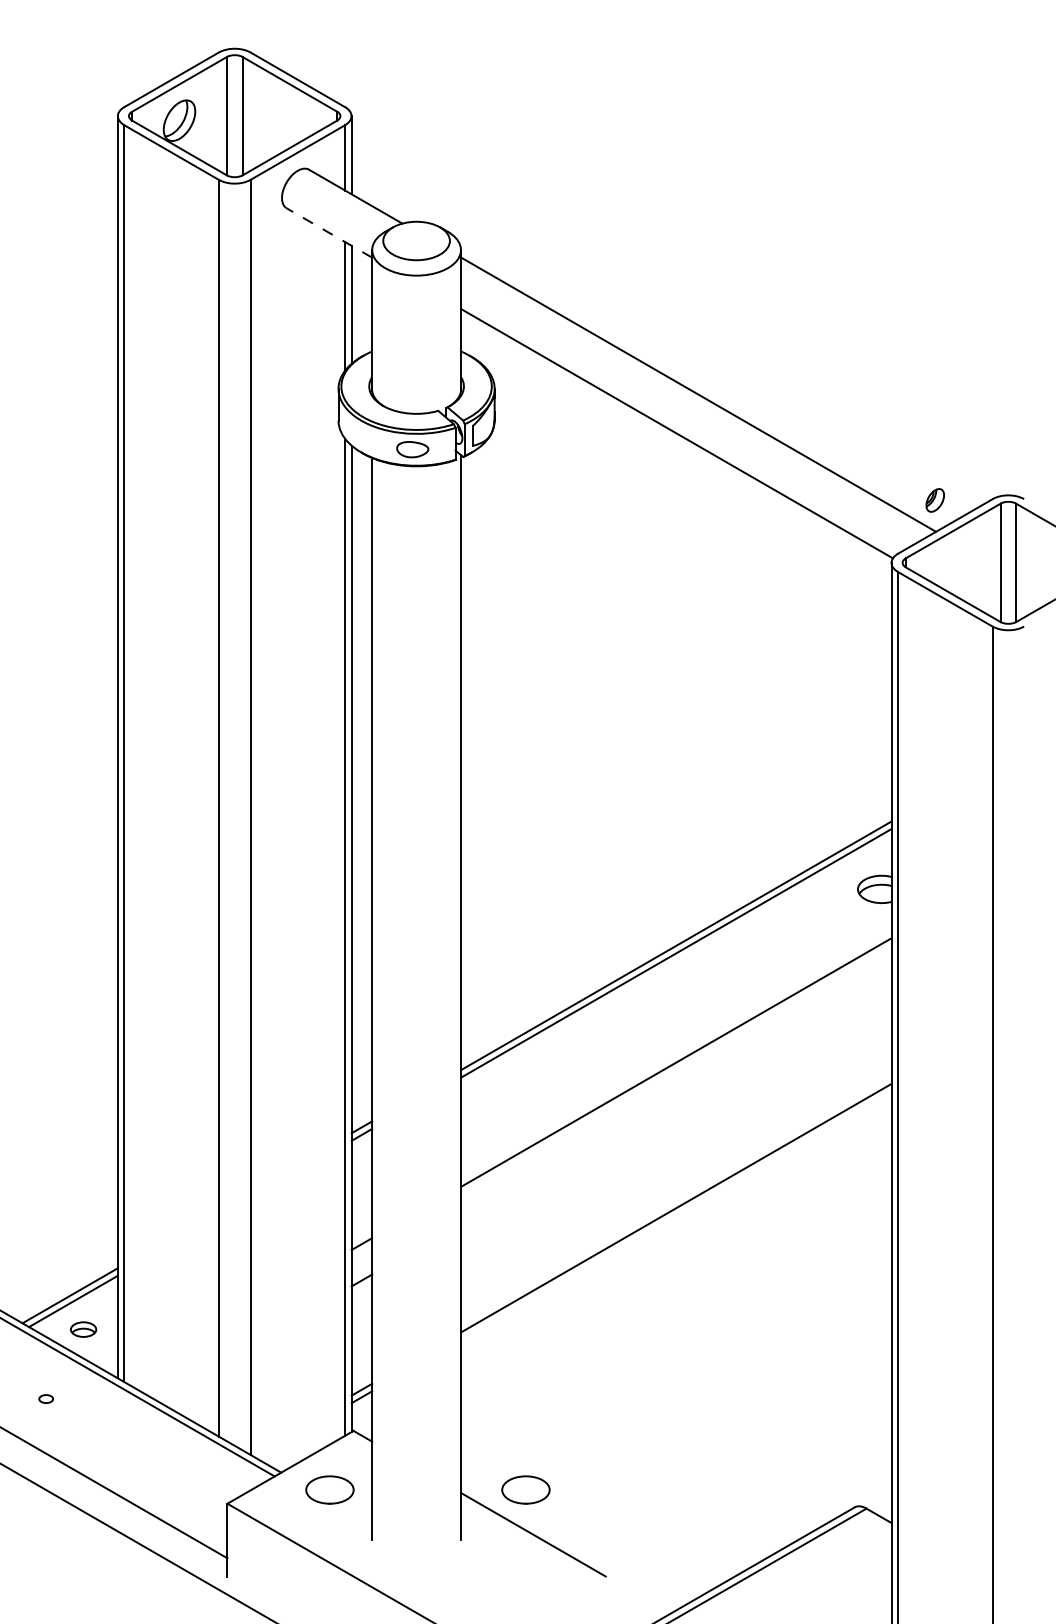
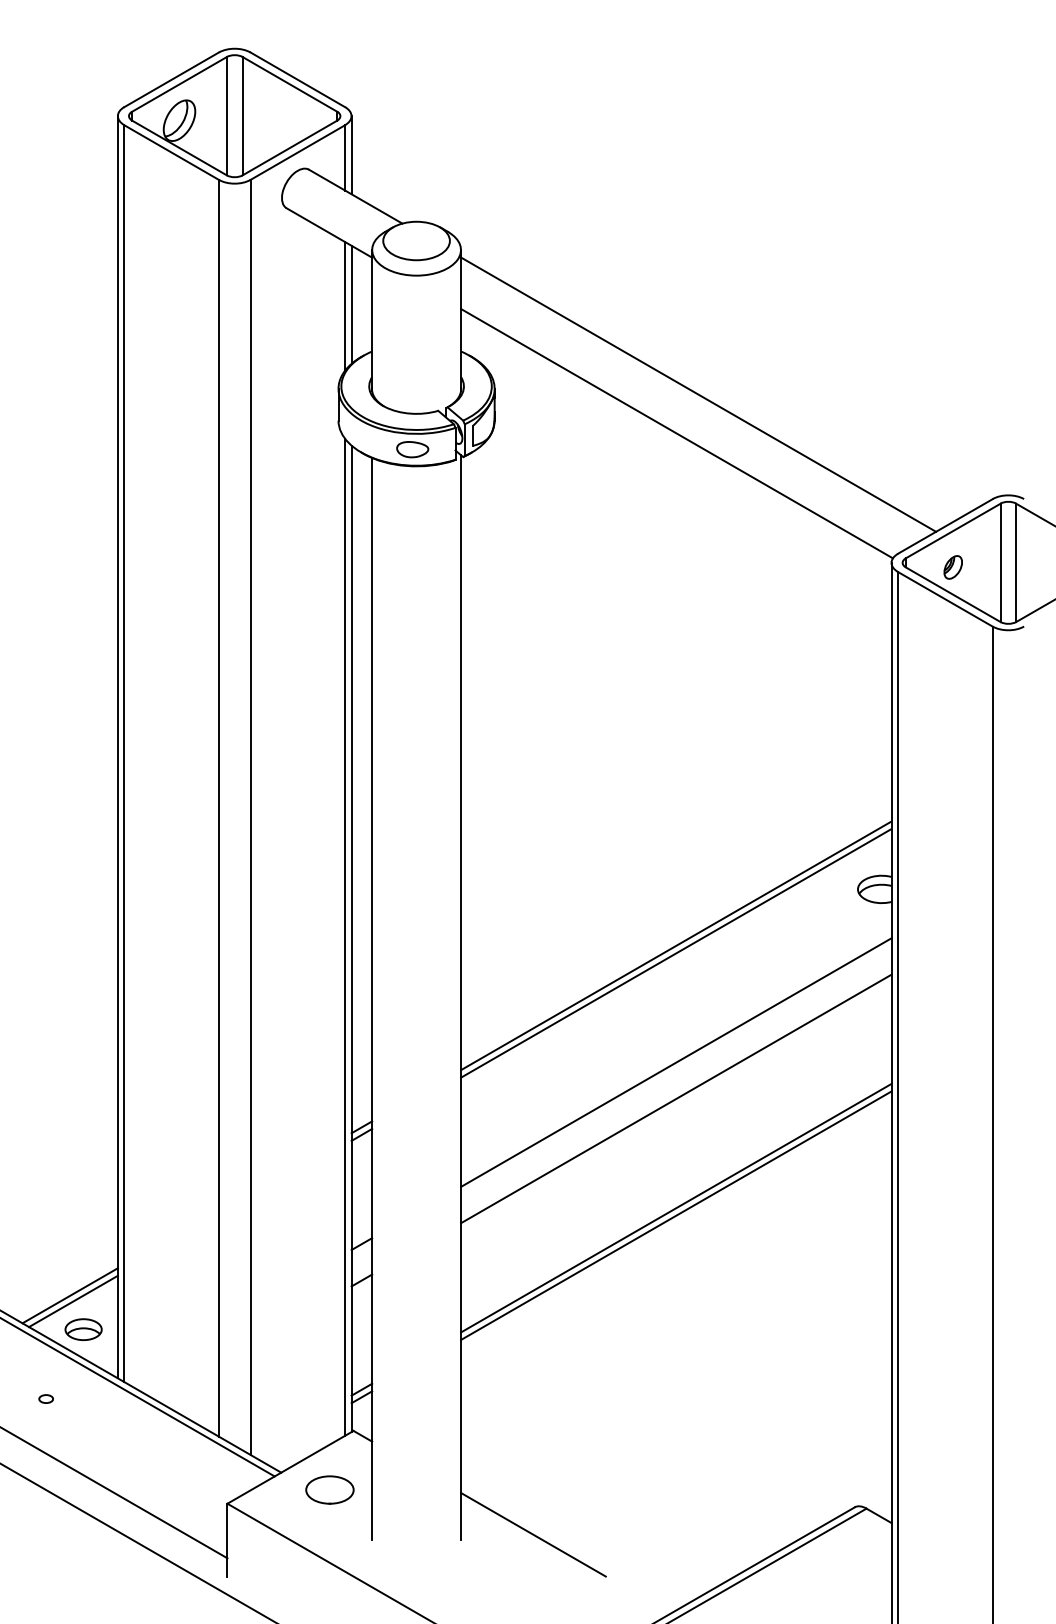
line at (328, 232): dashed -> solid
part at (934, 500) position: (934, 500) -> (952, 567)
line at (676, 1098): none -> present
line at (676, 1215): none -> present
part at (83, 1329) size: 28x17 px -> 39x23 px
part at (525, 1489): present -> none
